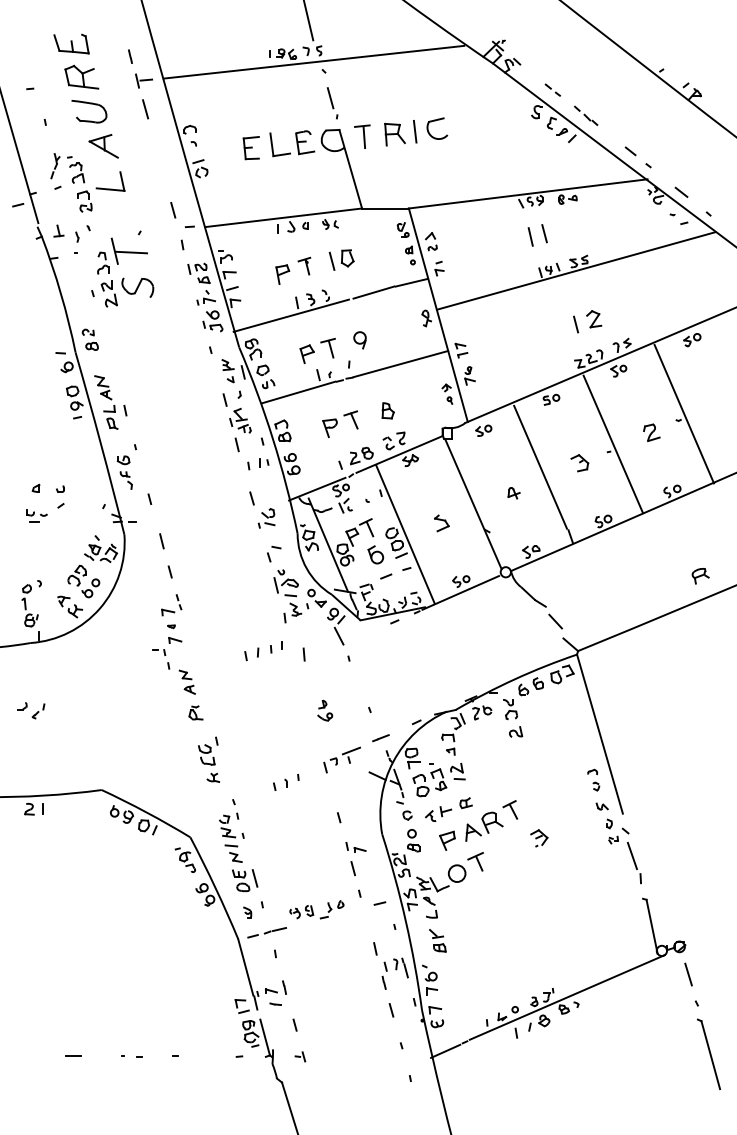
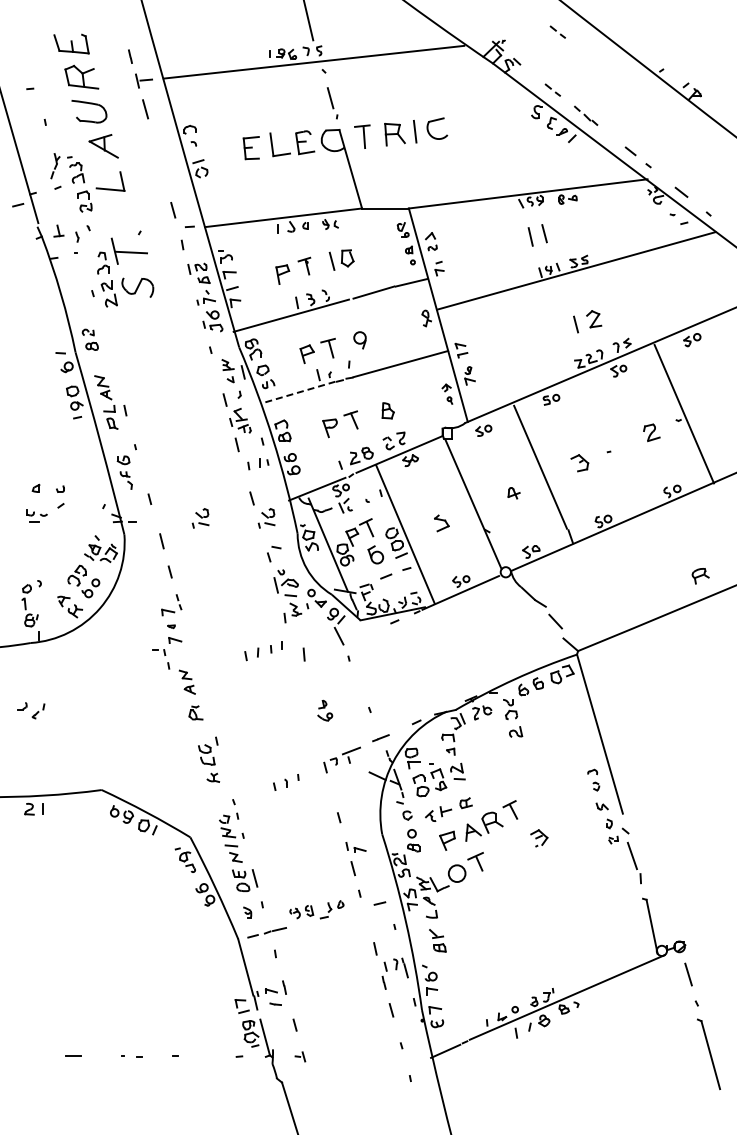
part at (557, 31): none -> present
line at (298, 392): solid -> dashed
line at (613, 444): present -> none
part at (200, 518): none -> present
